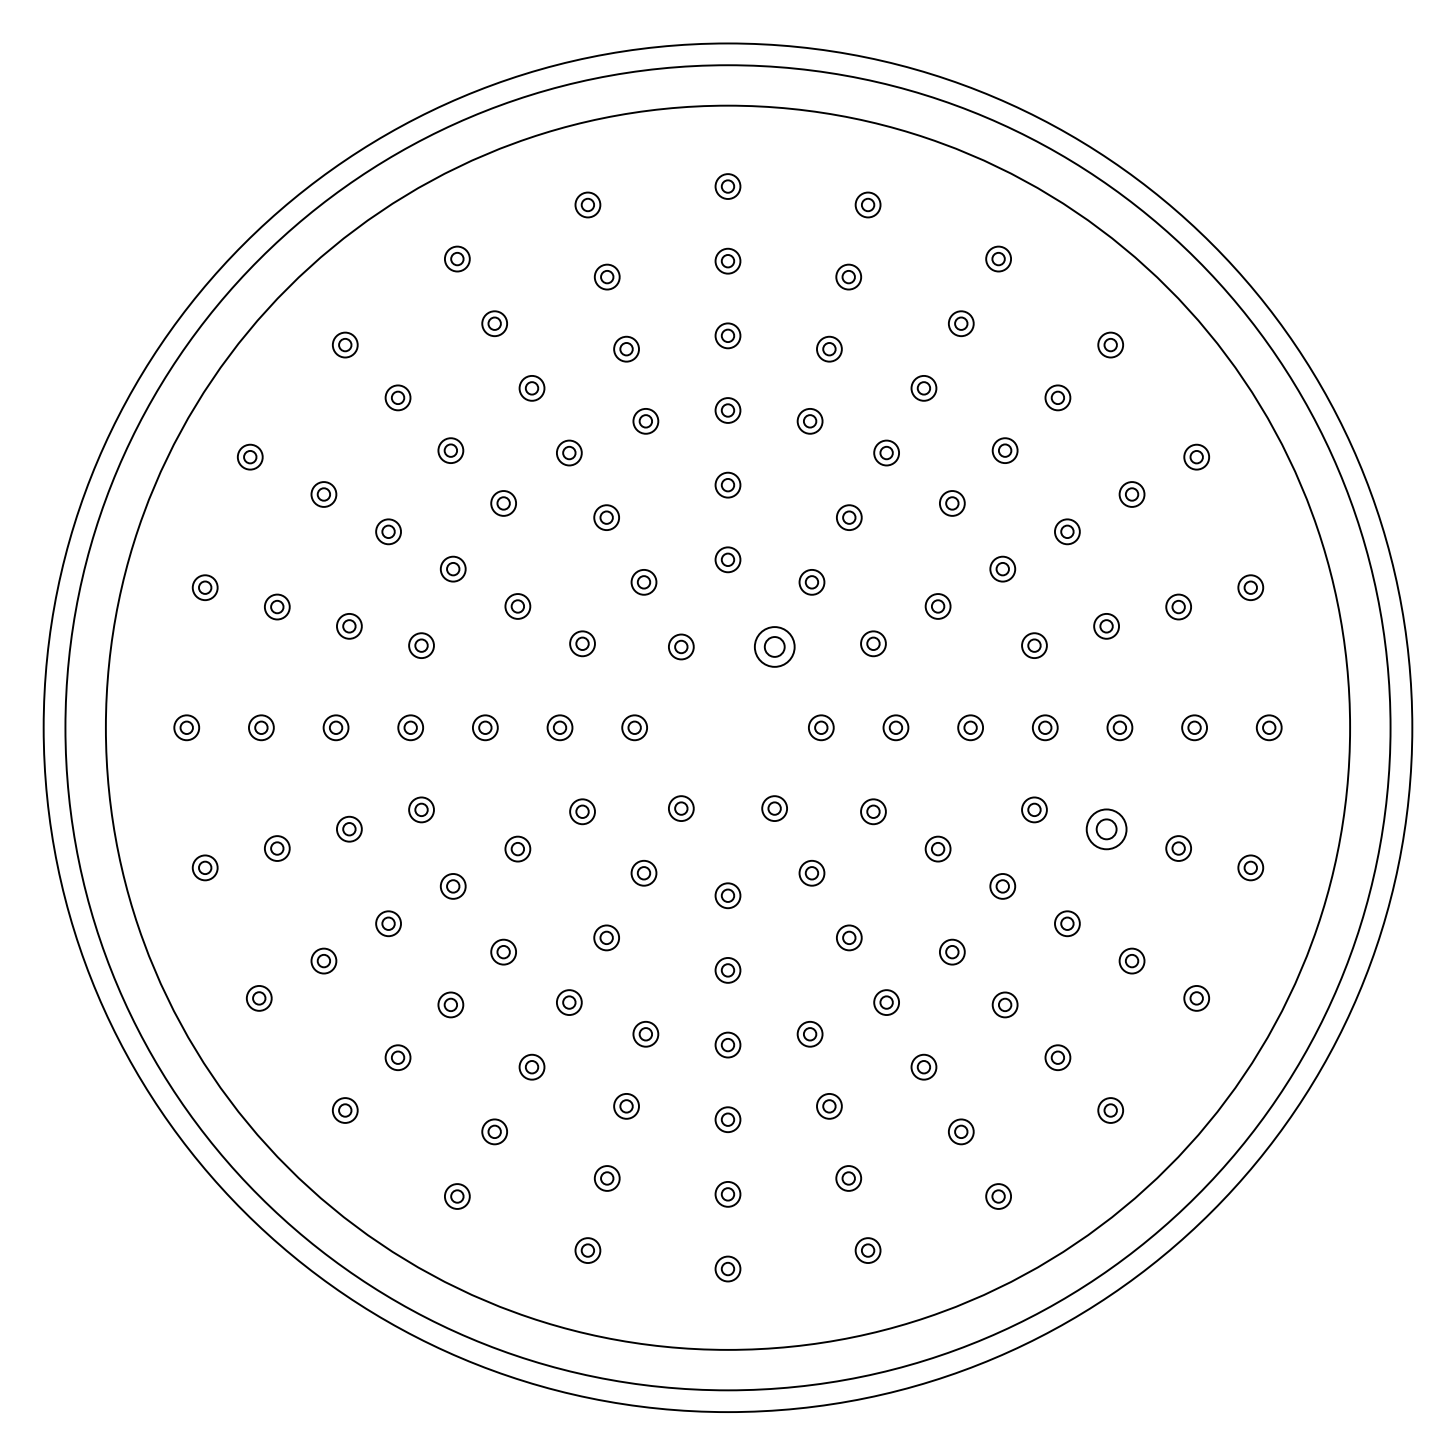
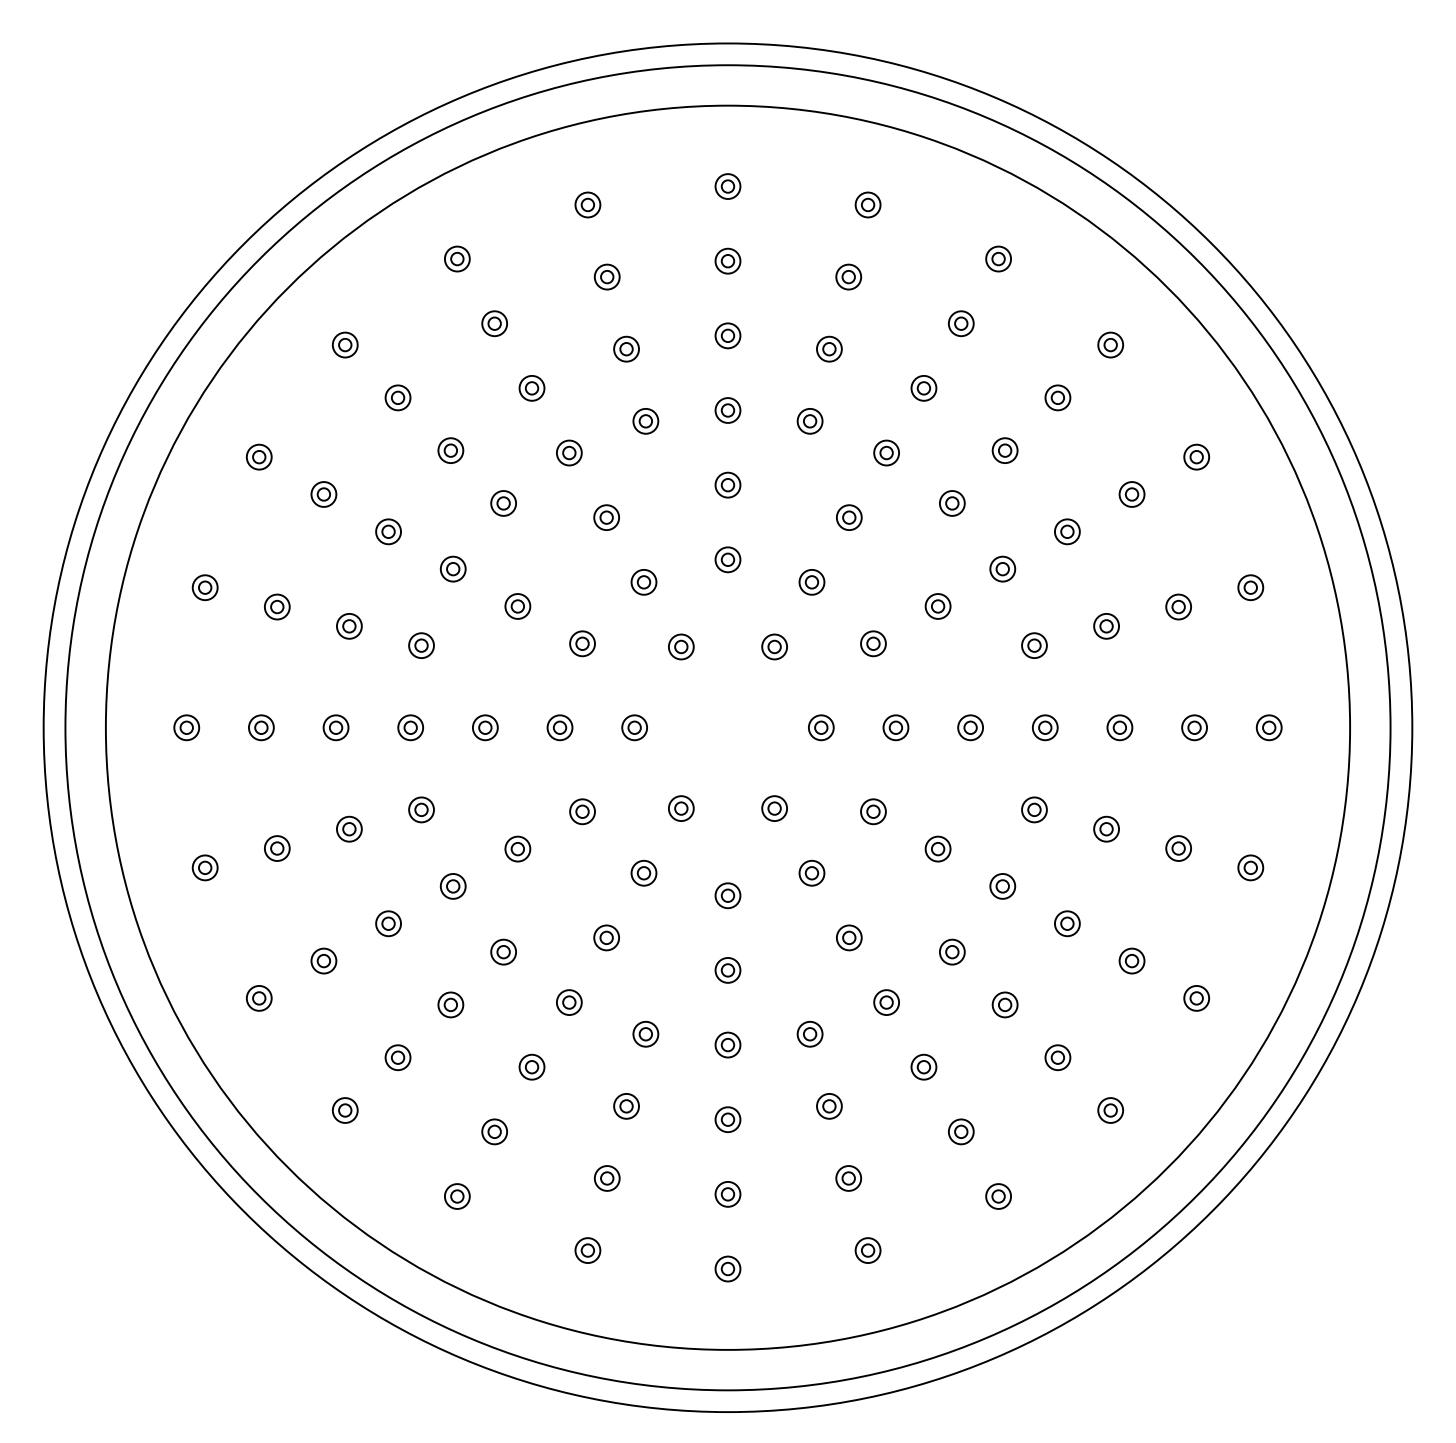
part at (249, 456) position: (249, 456) -> (258, 456)
part at (774, 646) size: 42x42 px -> 27x28 px
part at (1106, 829) size: 43x43 px -> 27x28 px
